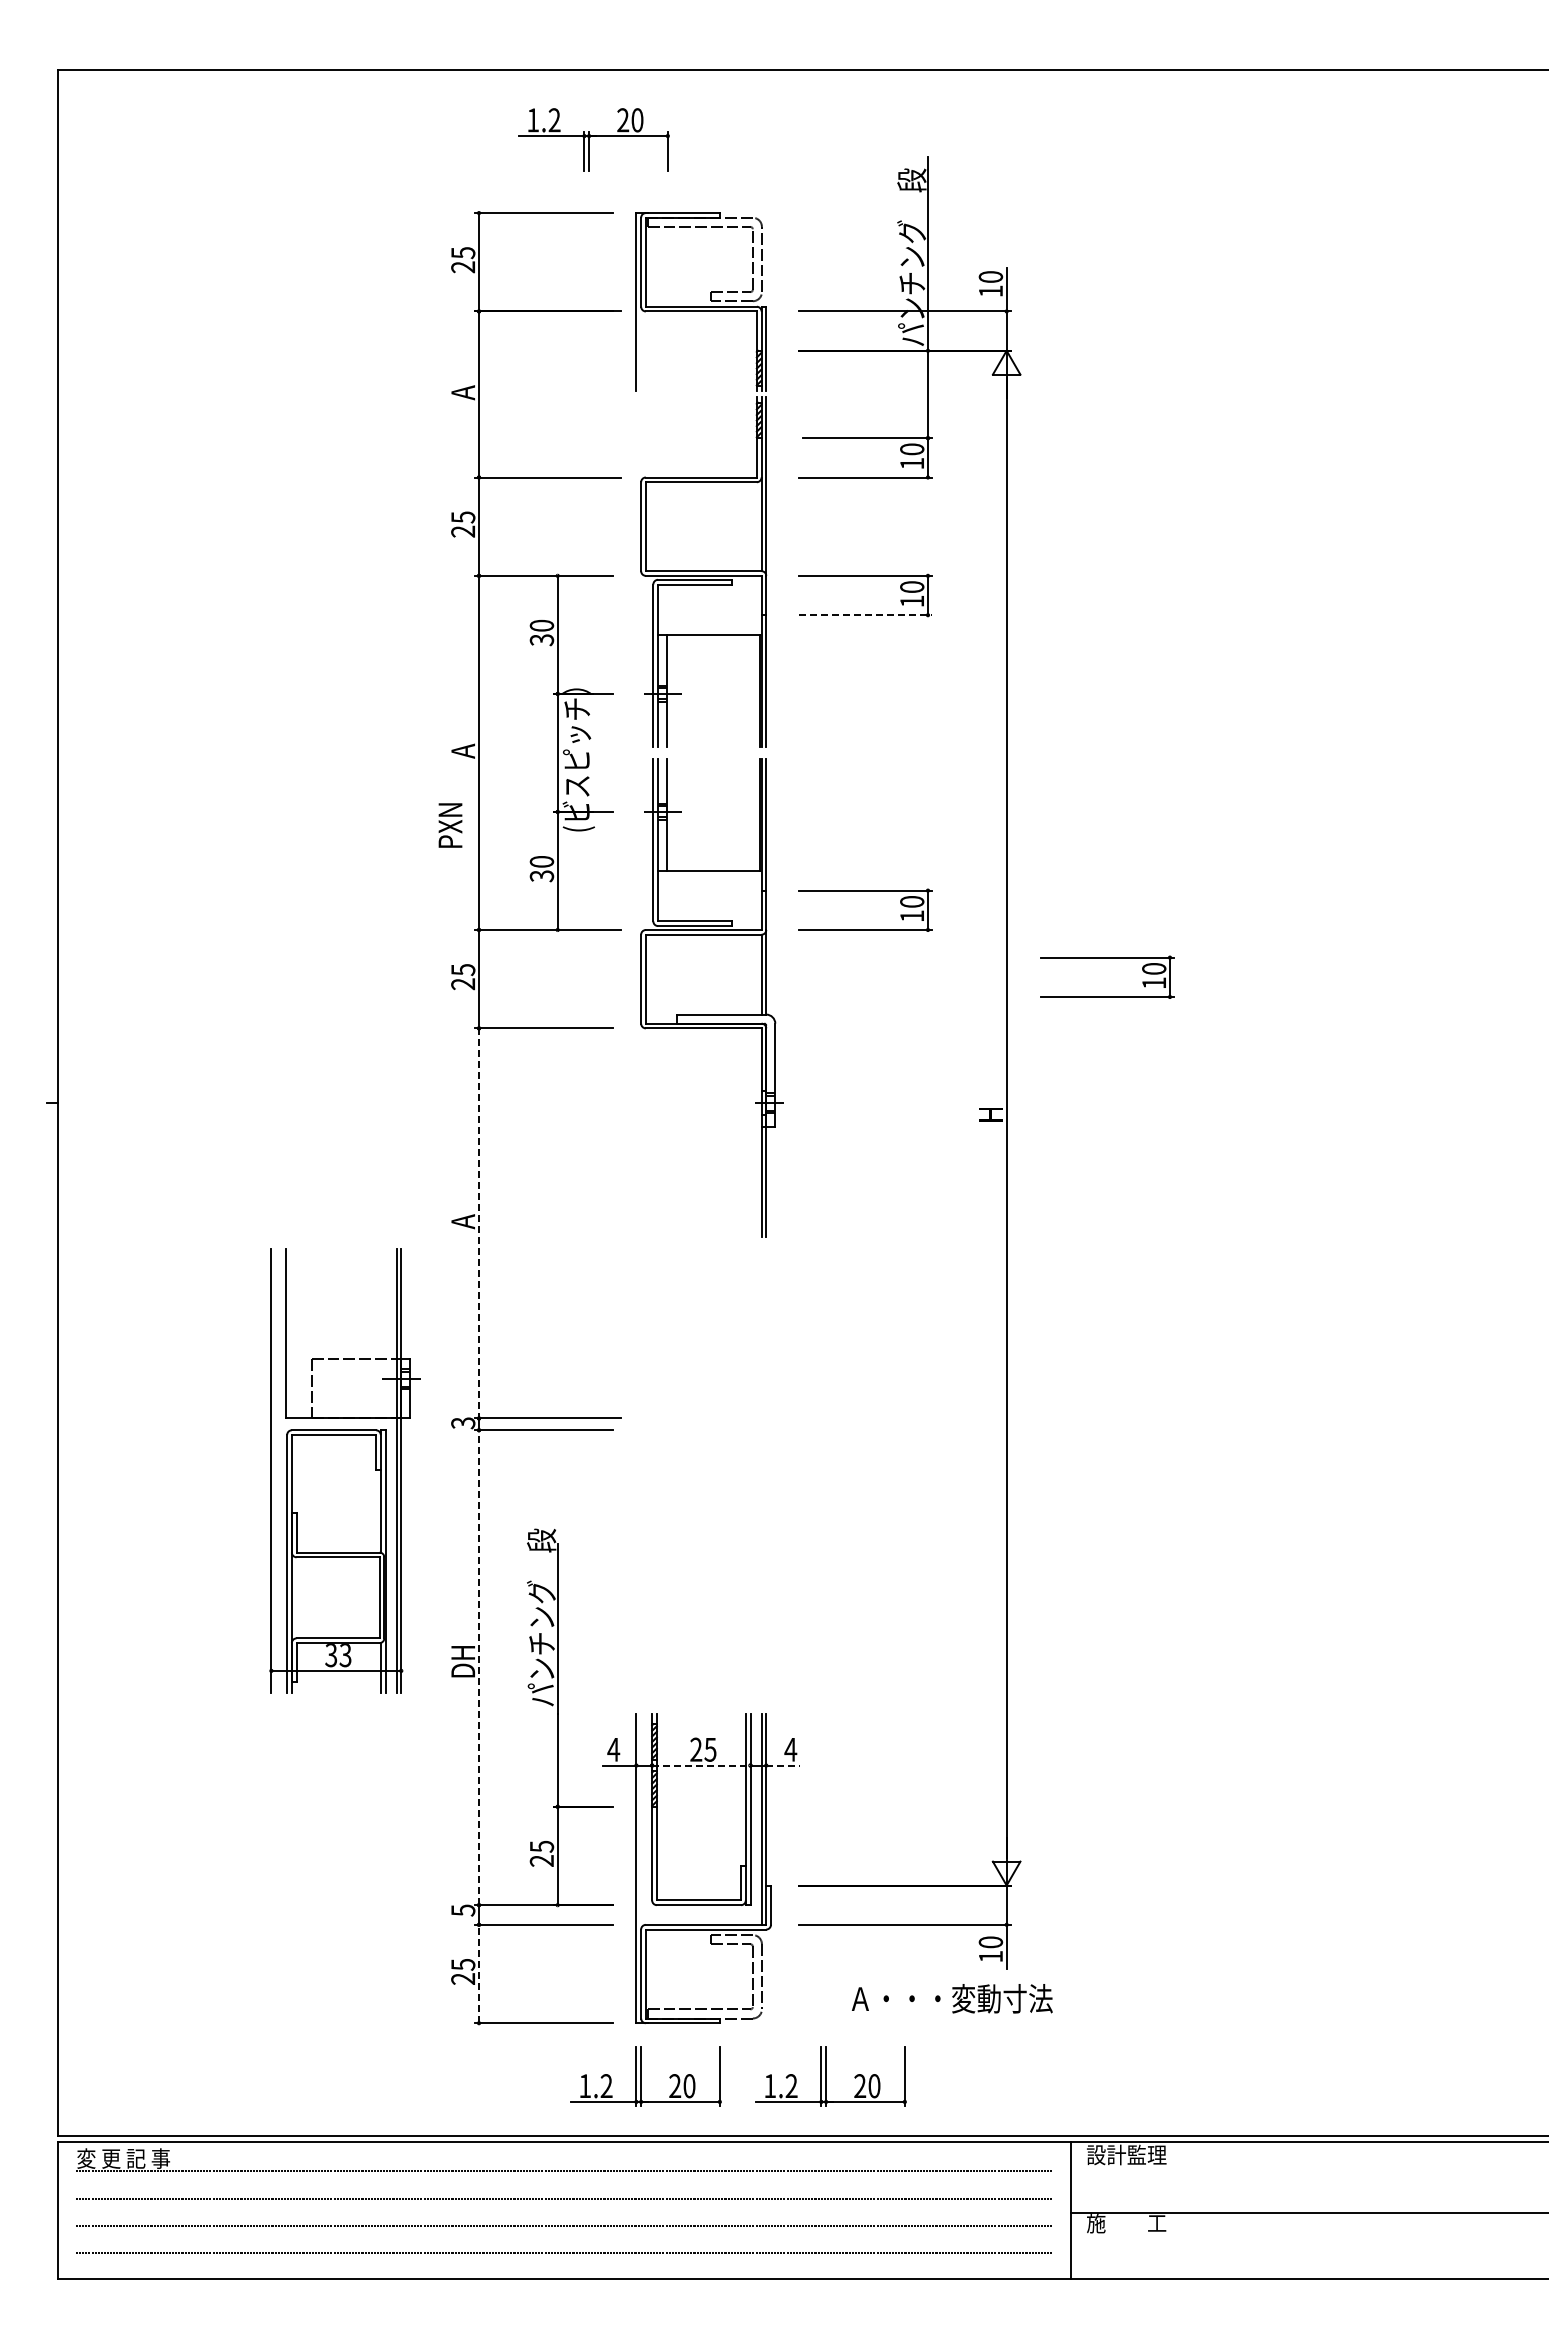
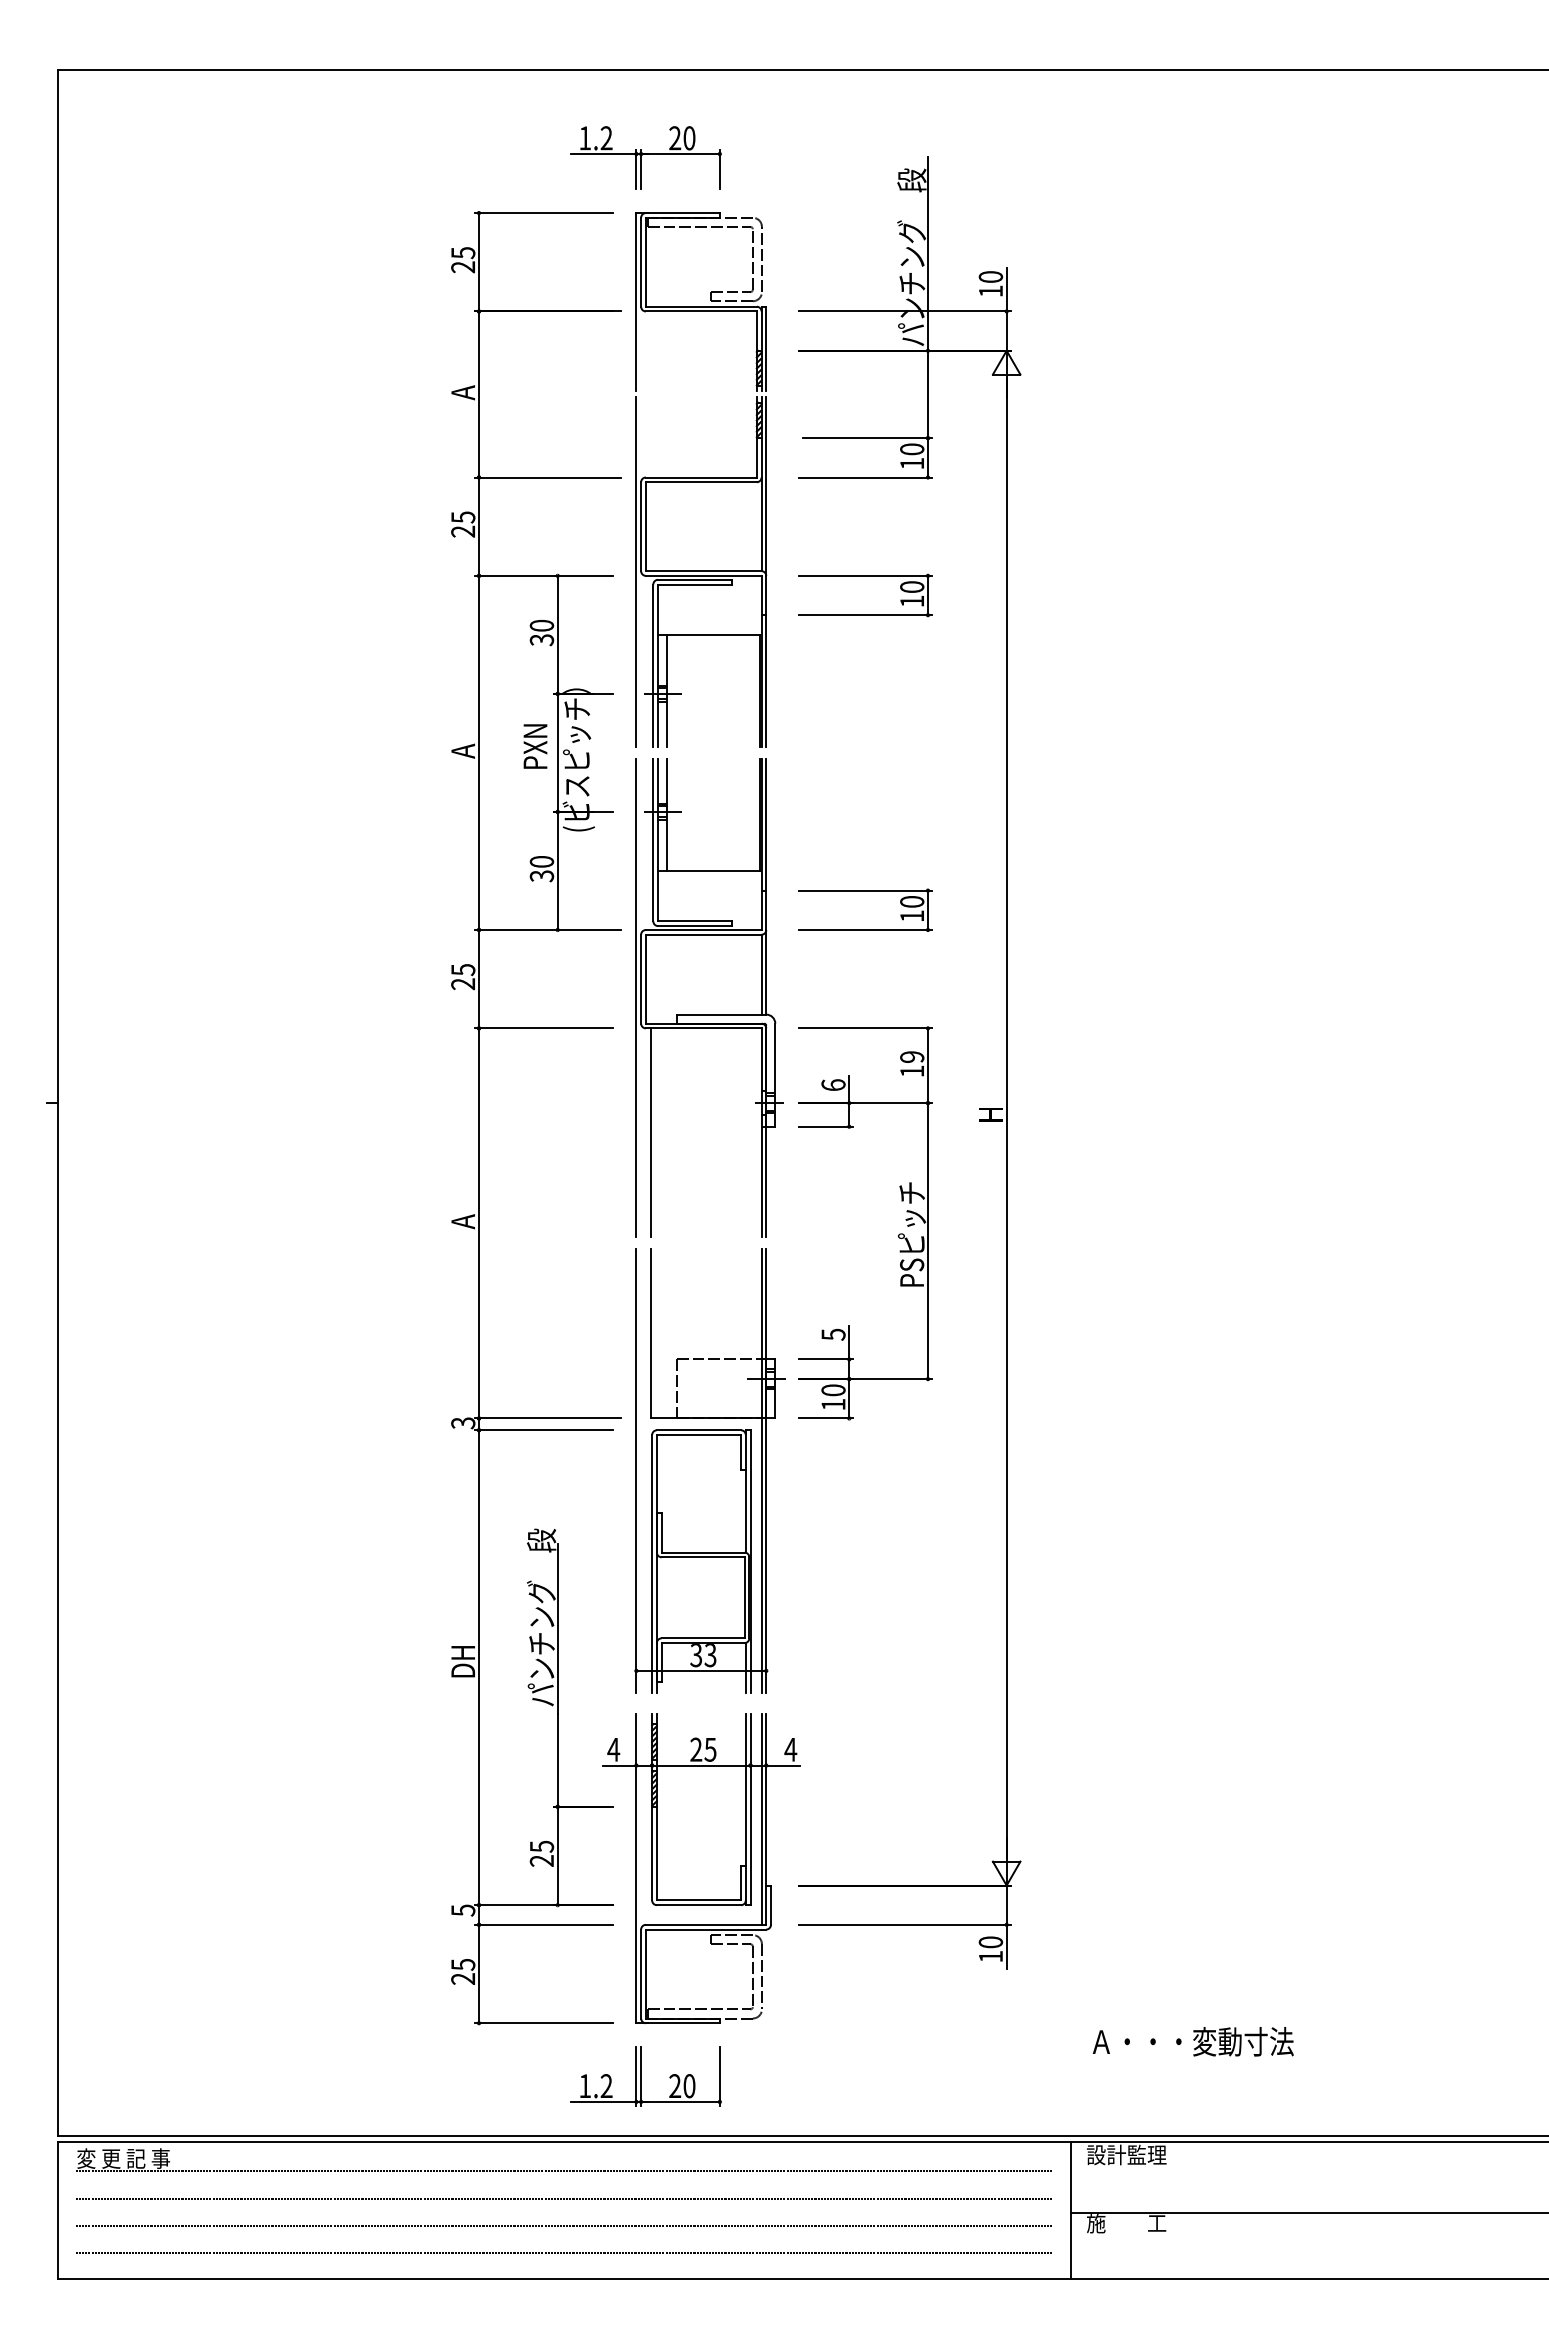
part at (593, 139) position: (593, 139) -> (645, 157)
line at (636, 571): none -> present
line at (865, 615): dashed -> solid
text at (450, 825) position: (450, 825) -> (535, 746)
part at (1107, 958): present -> none
line at (636, 997): none -> present
line at (650, 1132): none -> present
line at (479, 1223): dashed -> solid
part at (898, 1234): none -> present
part at (344, 1470) position: (344, 1470) -> (709, 1470)
line at (479, 1667): dashed -> solid
line at (701, 1765): dashed -> solid
line at (783, 1765): dashed -> solid
line at (479, 1973): dashed -> solid
text at (952, 1998) position: (952, 1998) -> (1193, 2041)
part at (830, 2076): present -> none
